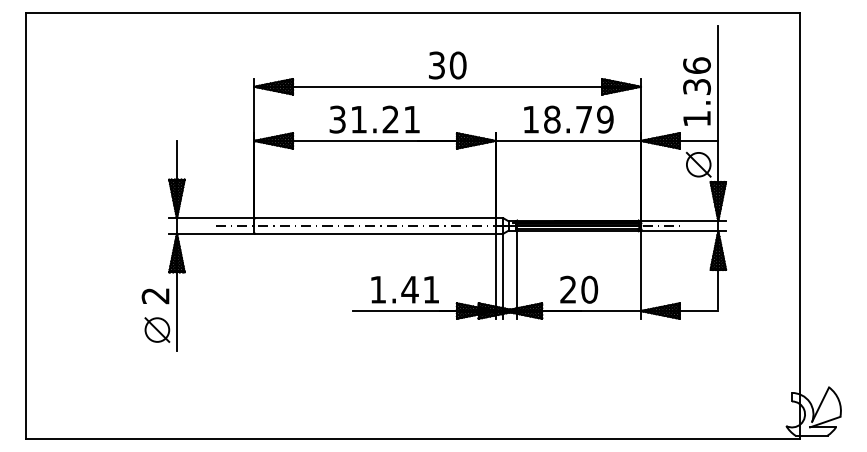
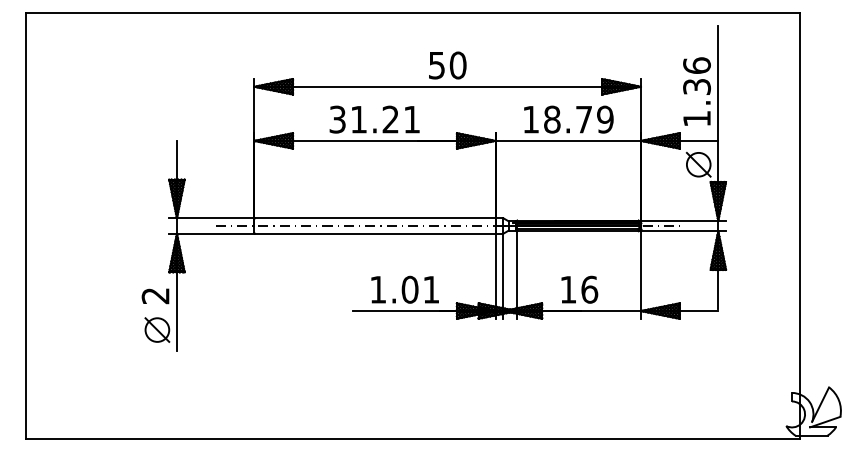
text at (436, 64): 30 -> 50
text at (409, 289): 1.41 -> 1.01
text at (579, 289): 20 -> 16
